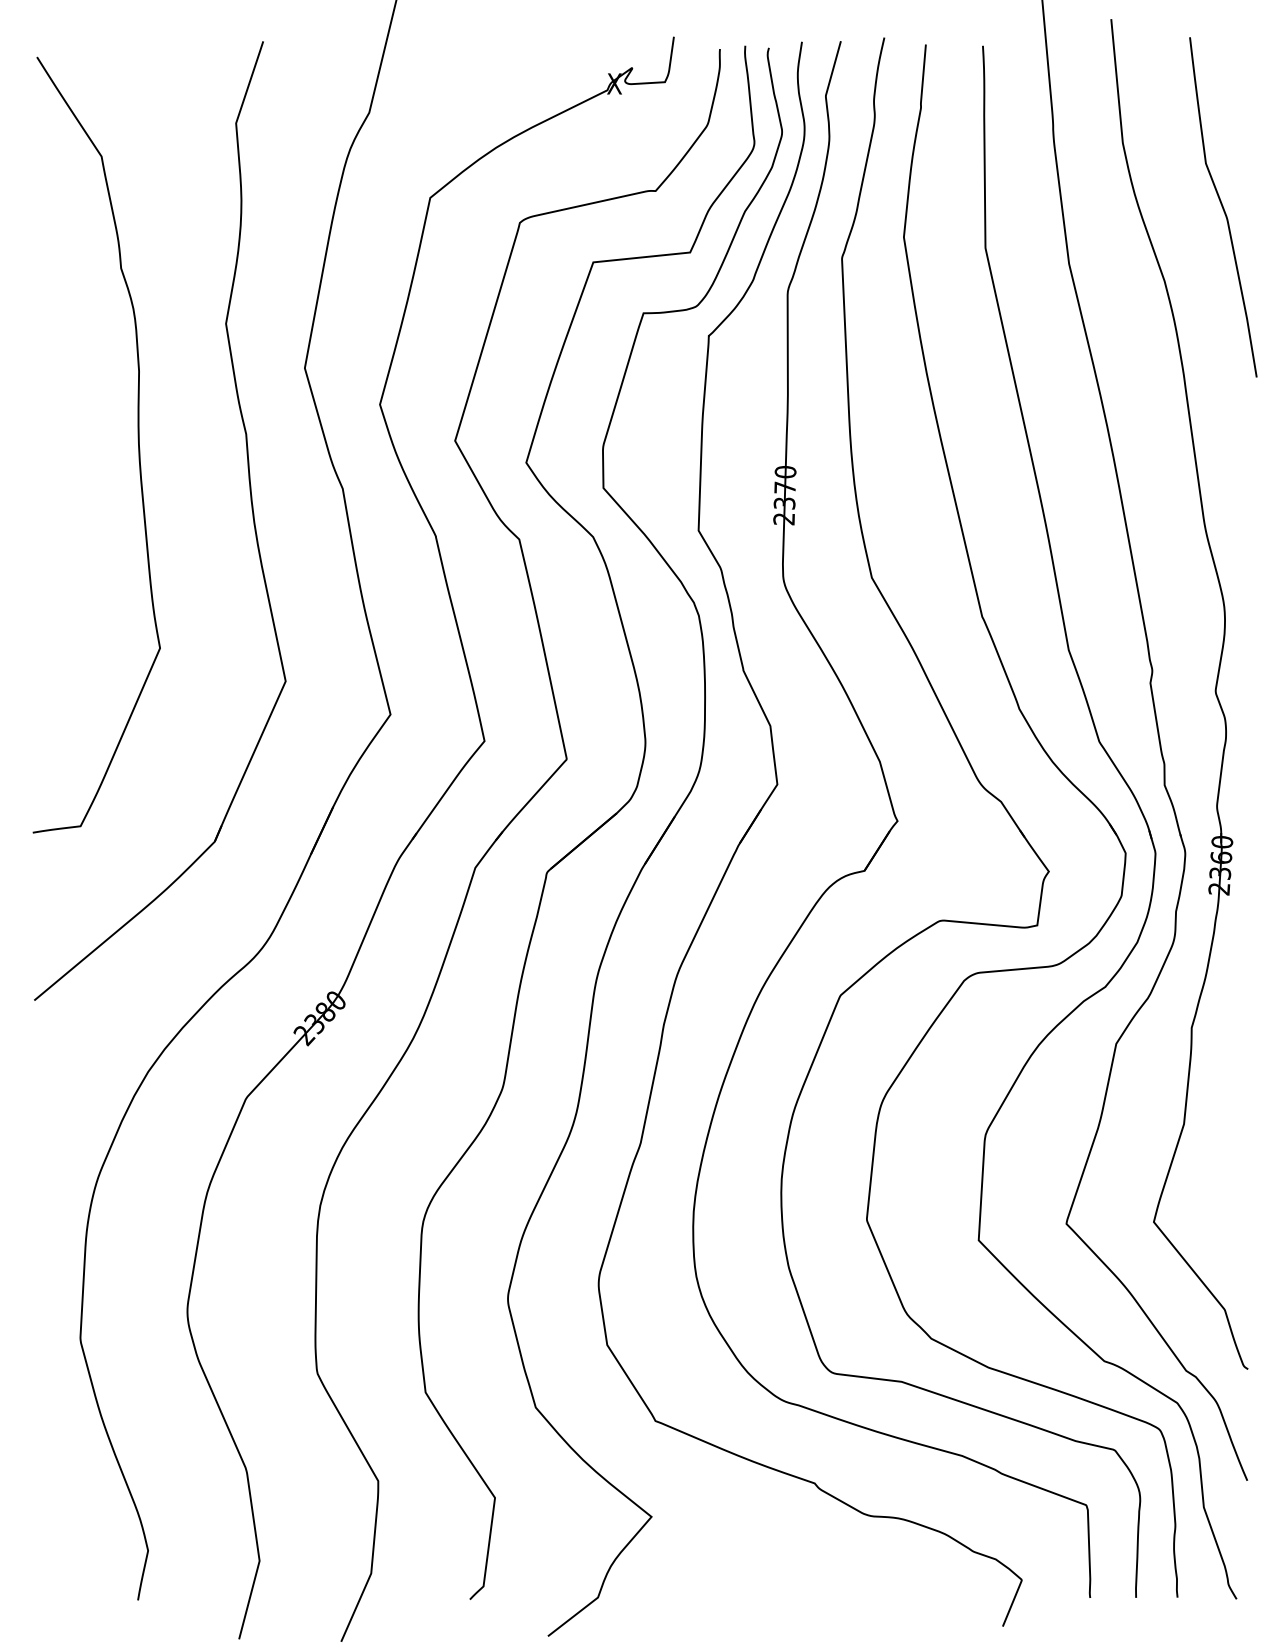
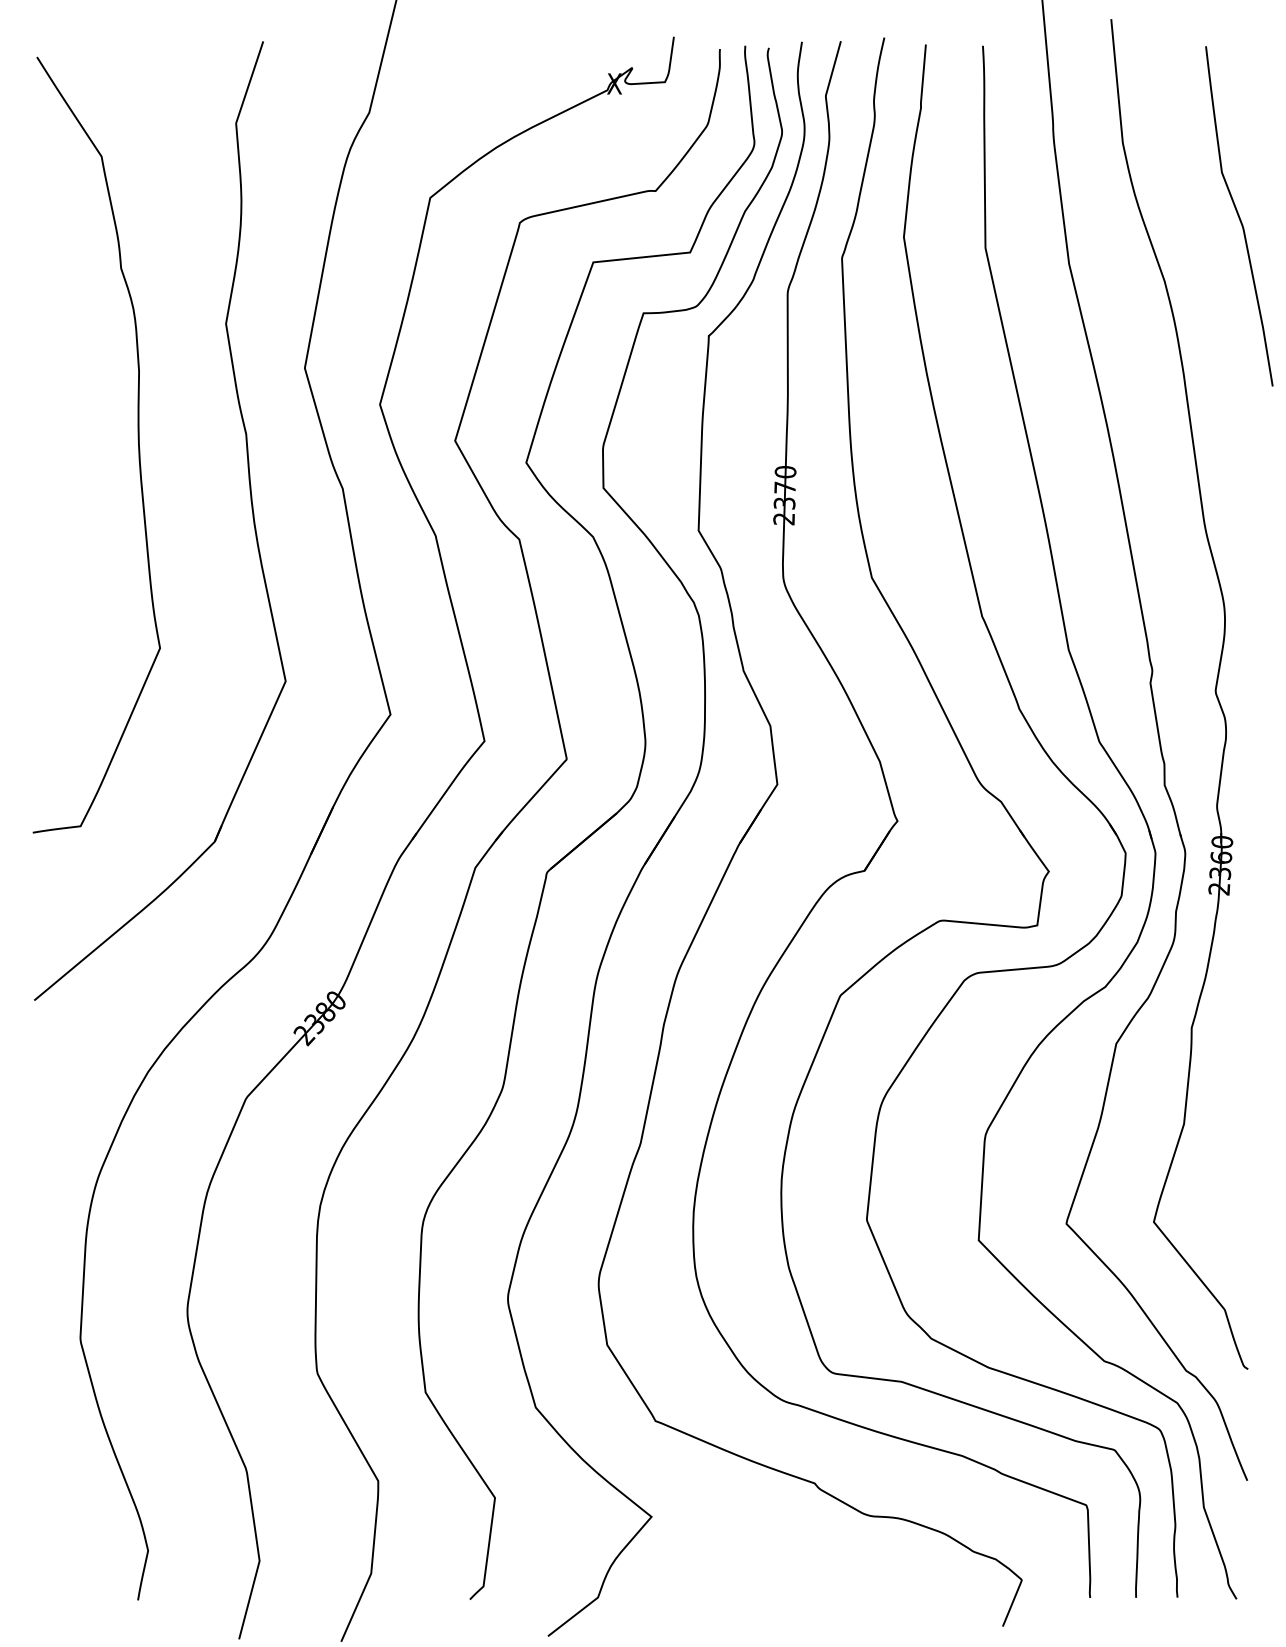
curve at (1223, 207) position: (1223, 207) -> (1239, 216)
